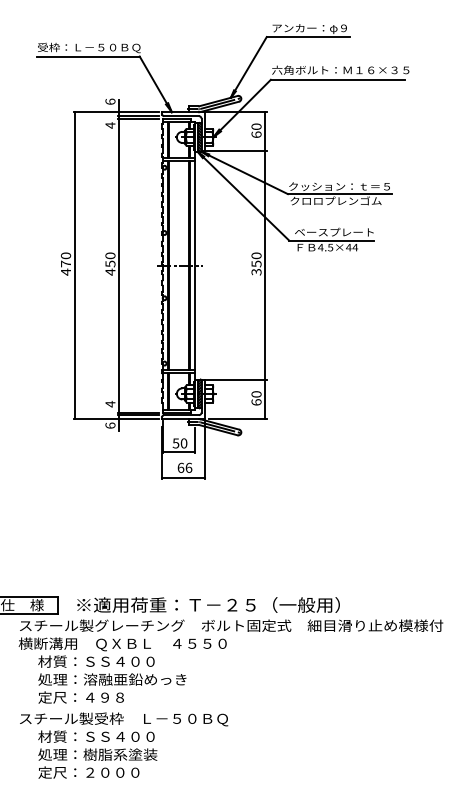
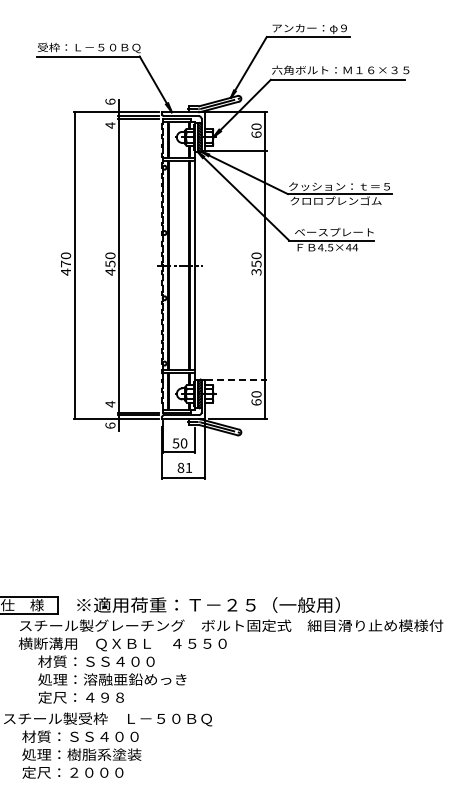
line at (236, 379): solid -> dashed
text at (184, 467): 66 -> 81
text at (124, 745) position: (124, 745) -> (108, 745)
